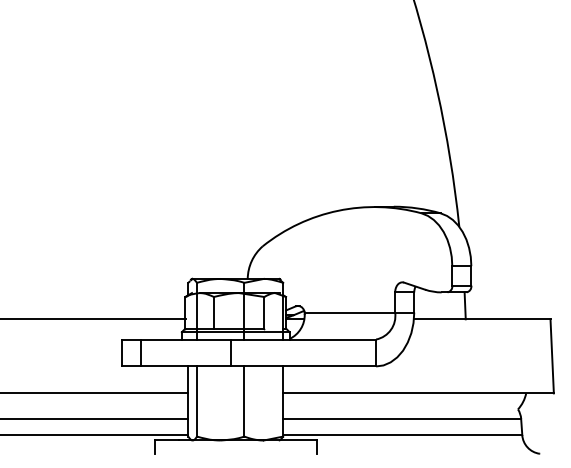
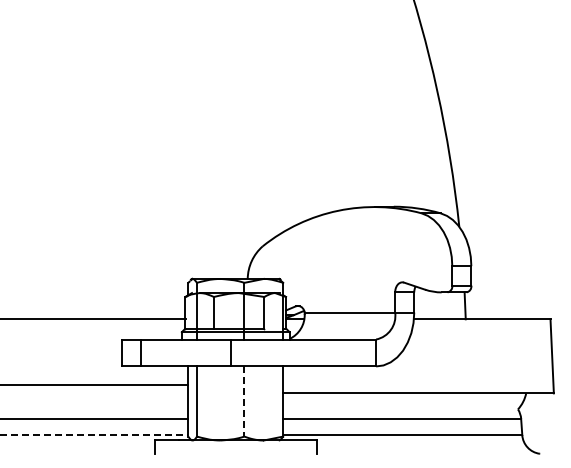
line at (95, 393) position: (95, 393) -> (95, 385)
line at (244, 402): solid -> dashed
line at (94, 435): solid -> dashed
